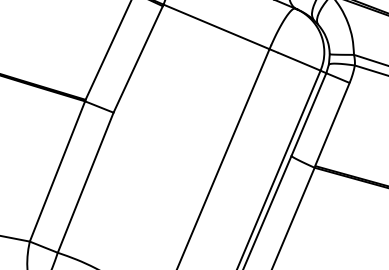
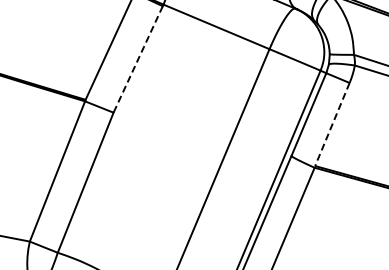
line at (138, 59): solid -> dashed
line at (332, 124): solid -> dashed
